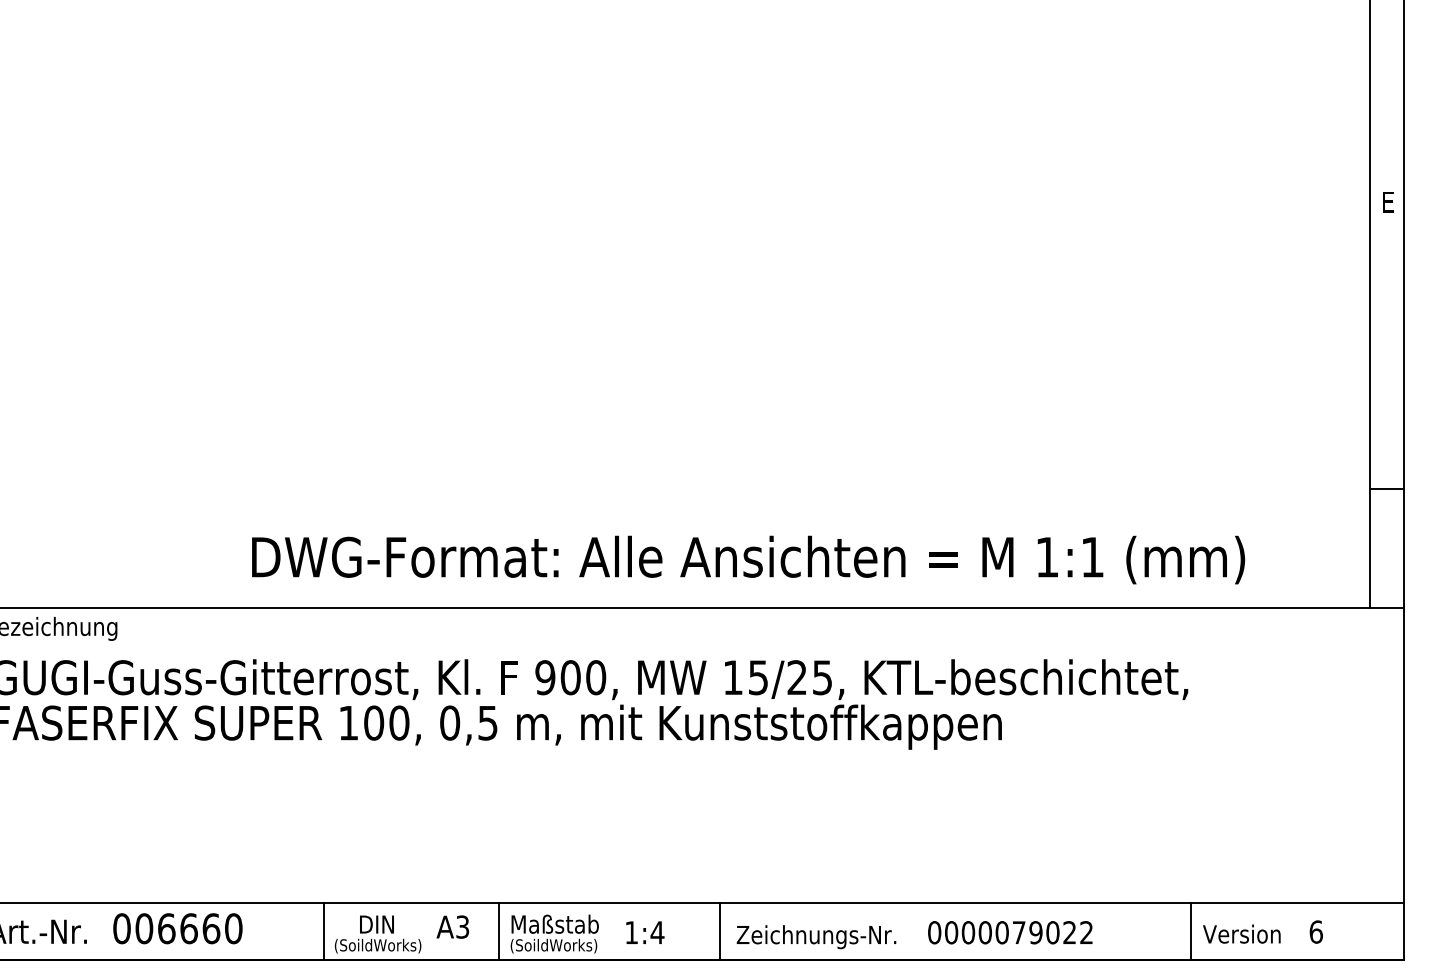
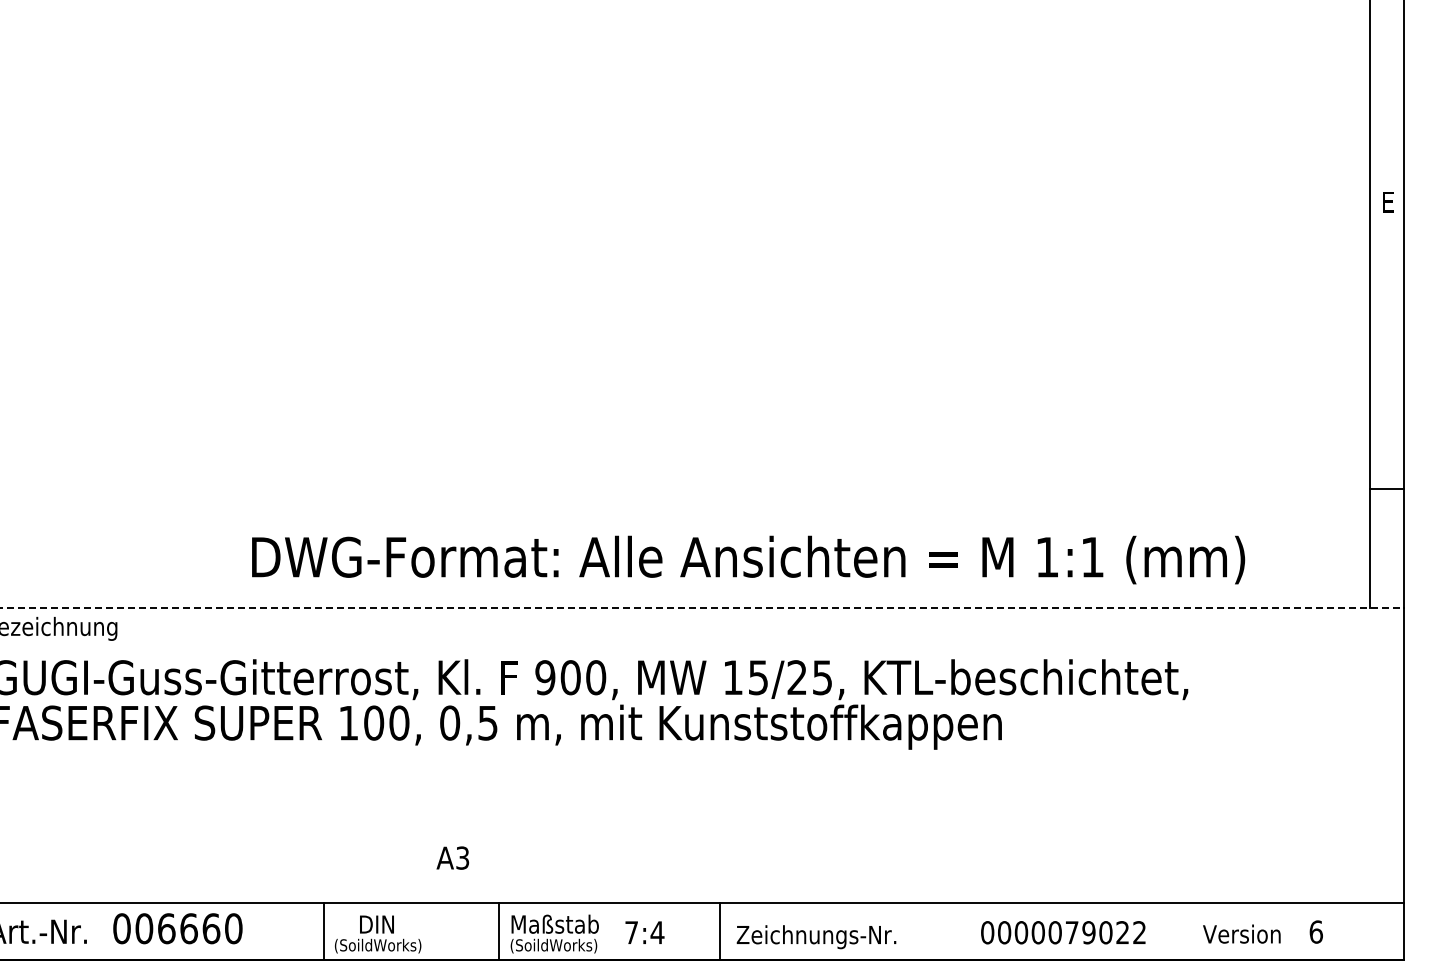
line at (702, 608): solid -> dashed
text at (452, 926) position: (452, 926) -> (452, 857)
line at (1190, 931): present -> none
text at (631, 932): 1:4 -> 7:4
text at (1010, 932) position: (1010, 932) -> (1063, 932)
